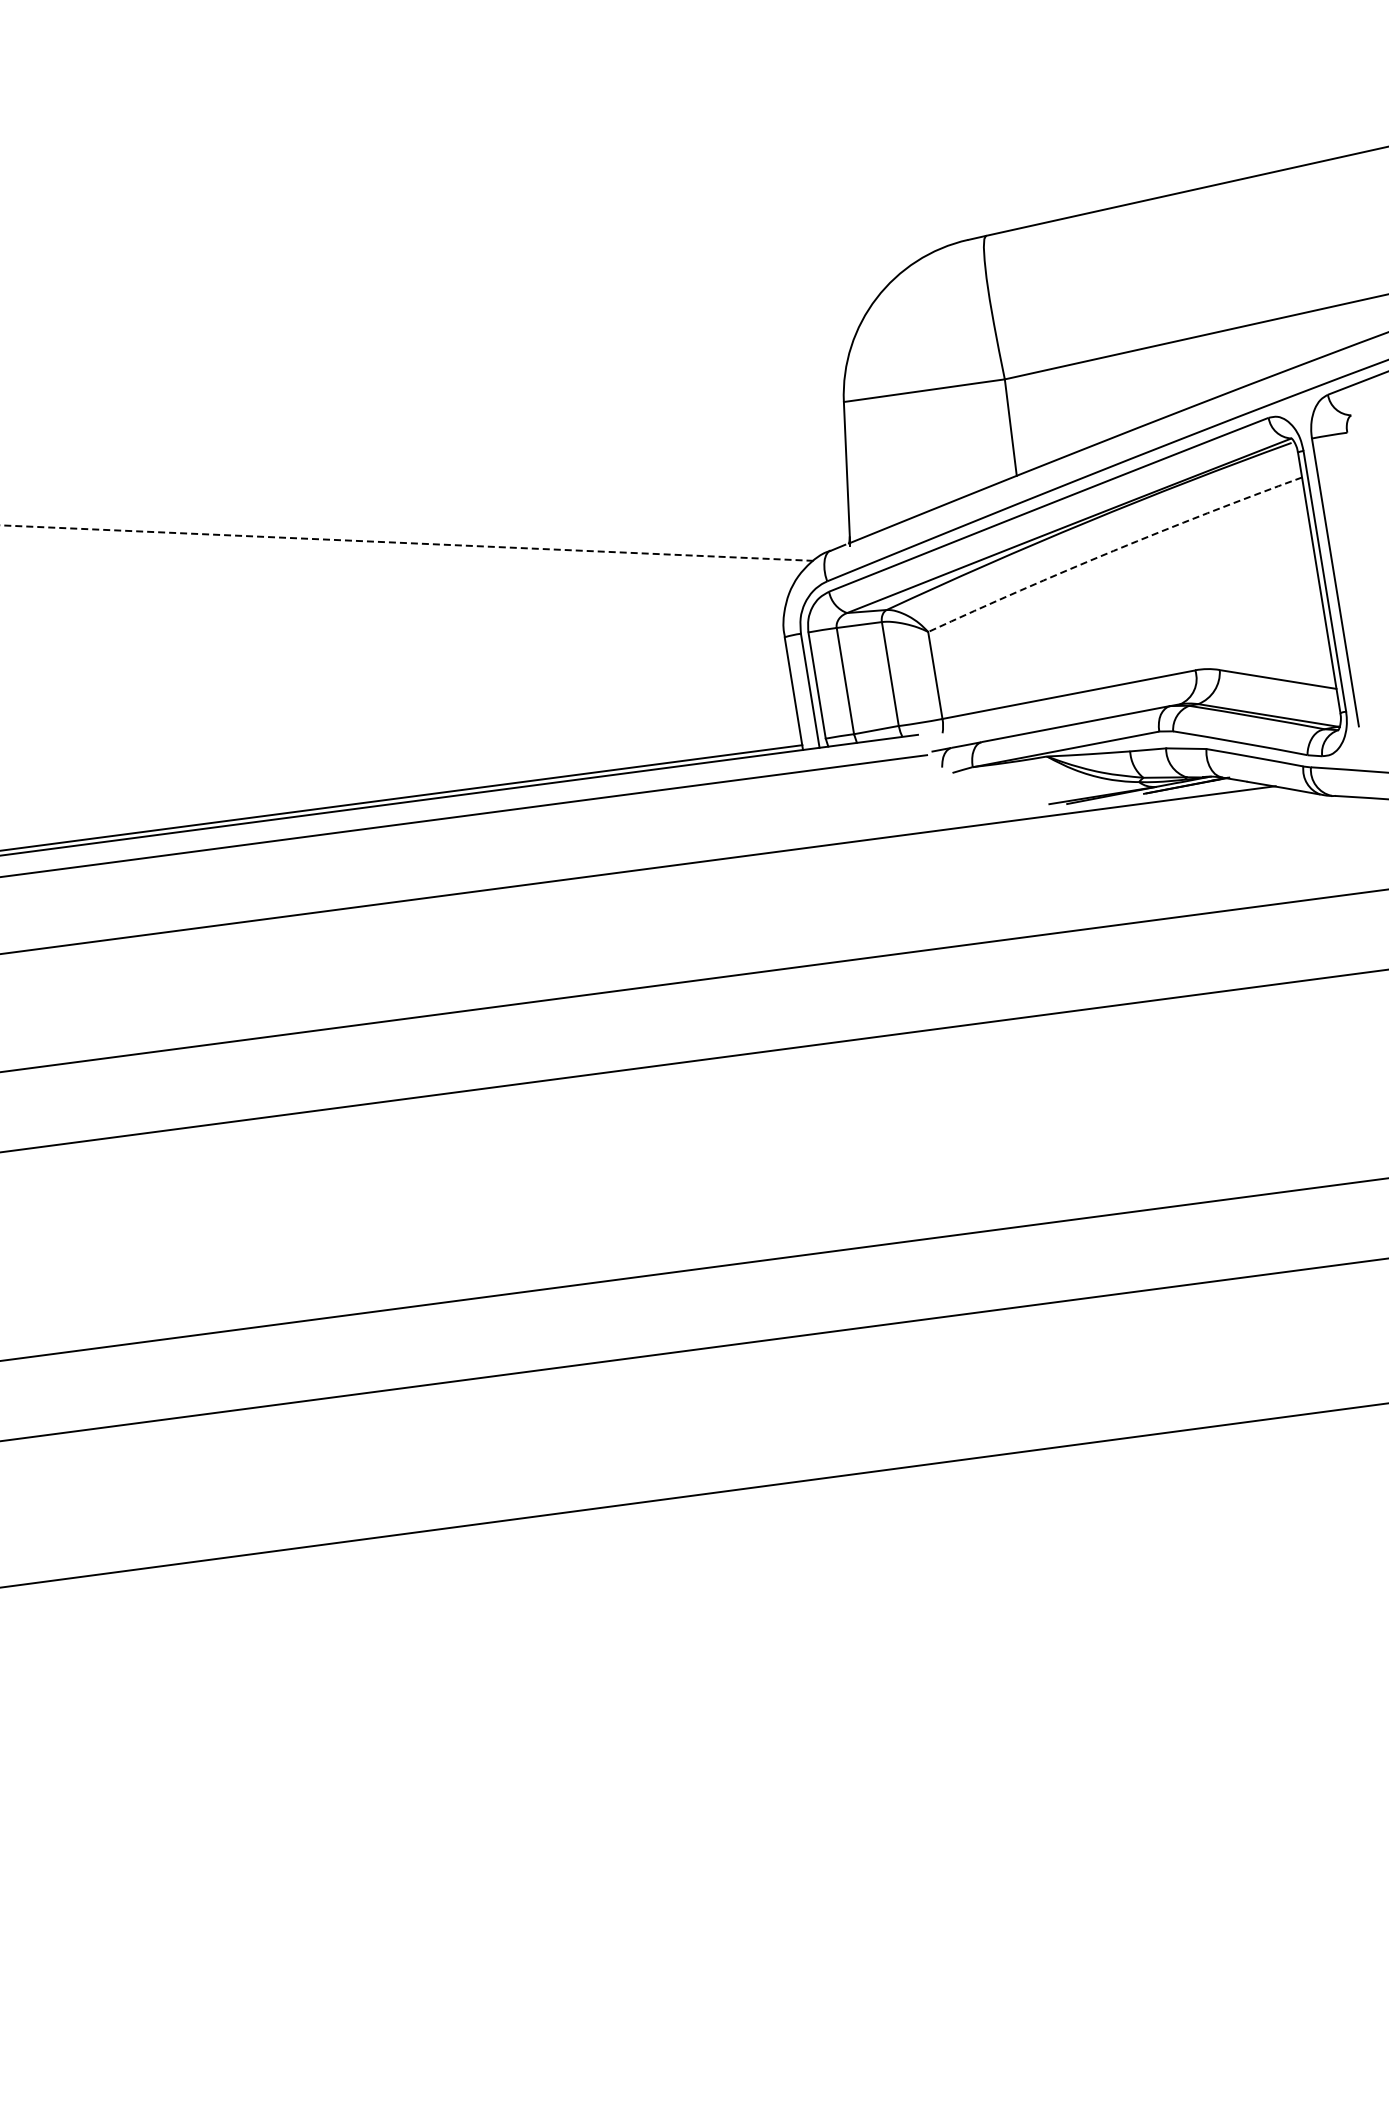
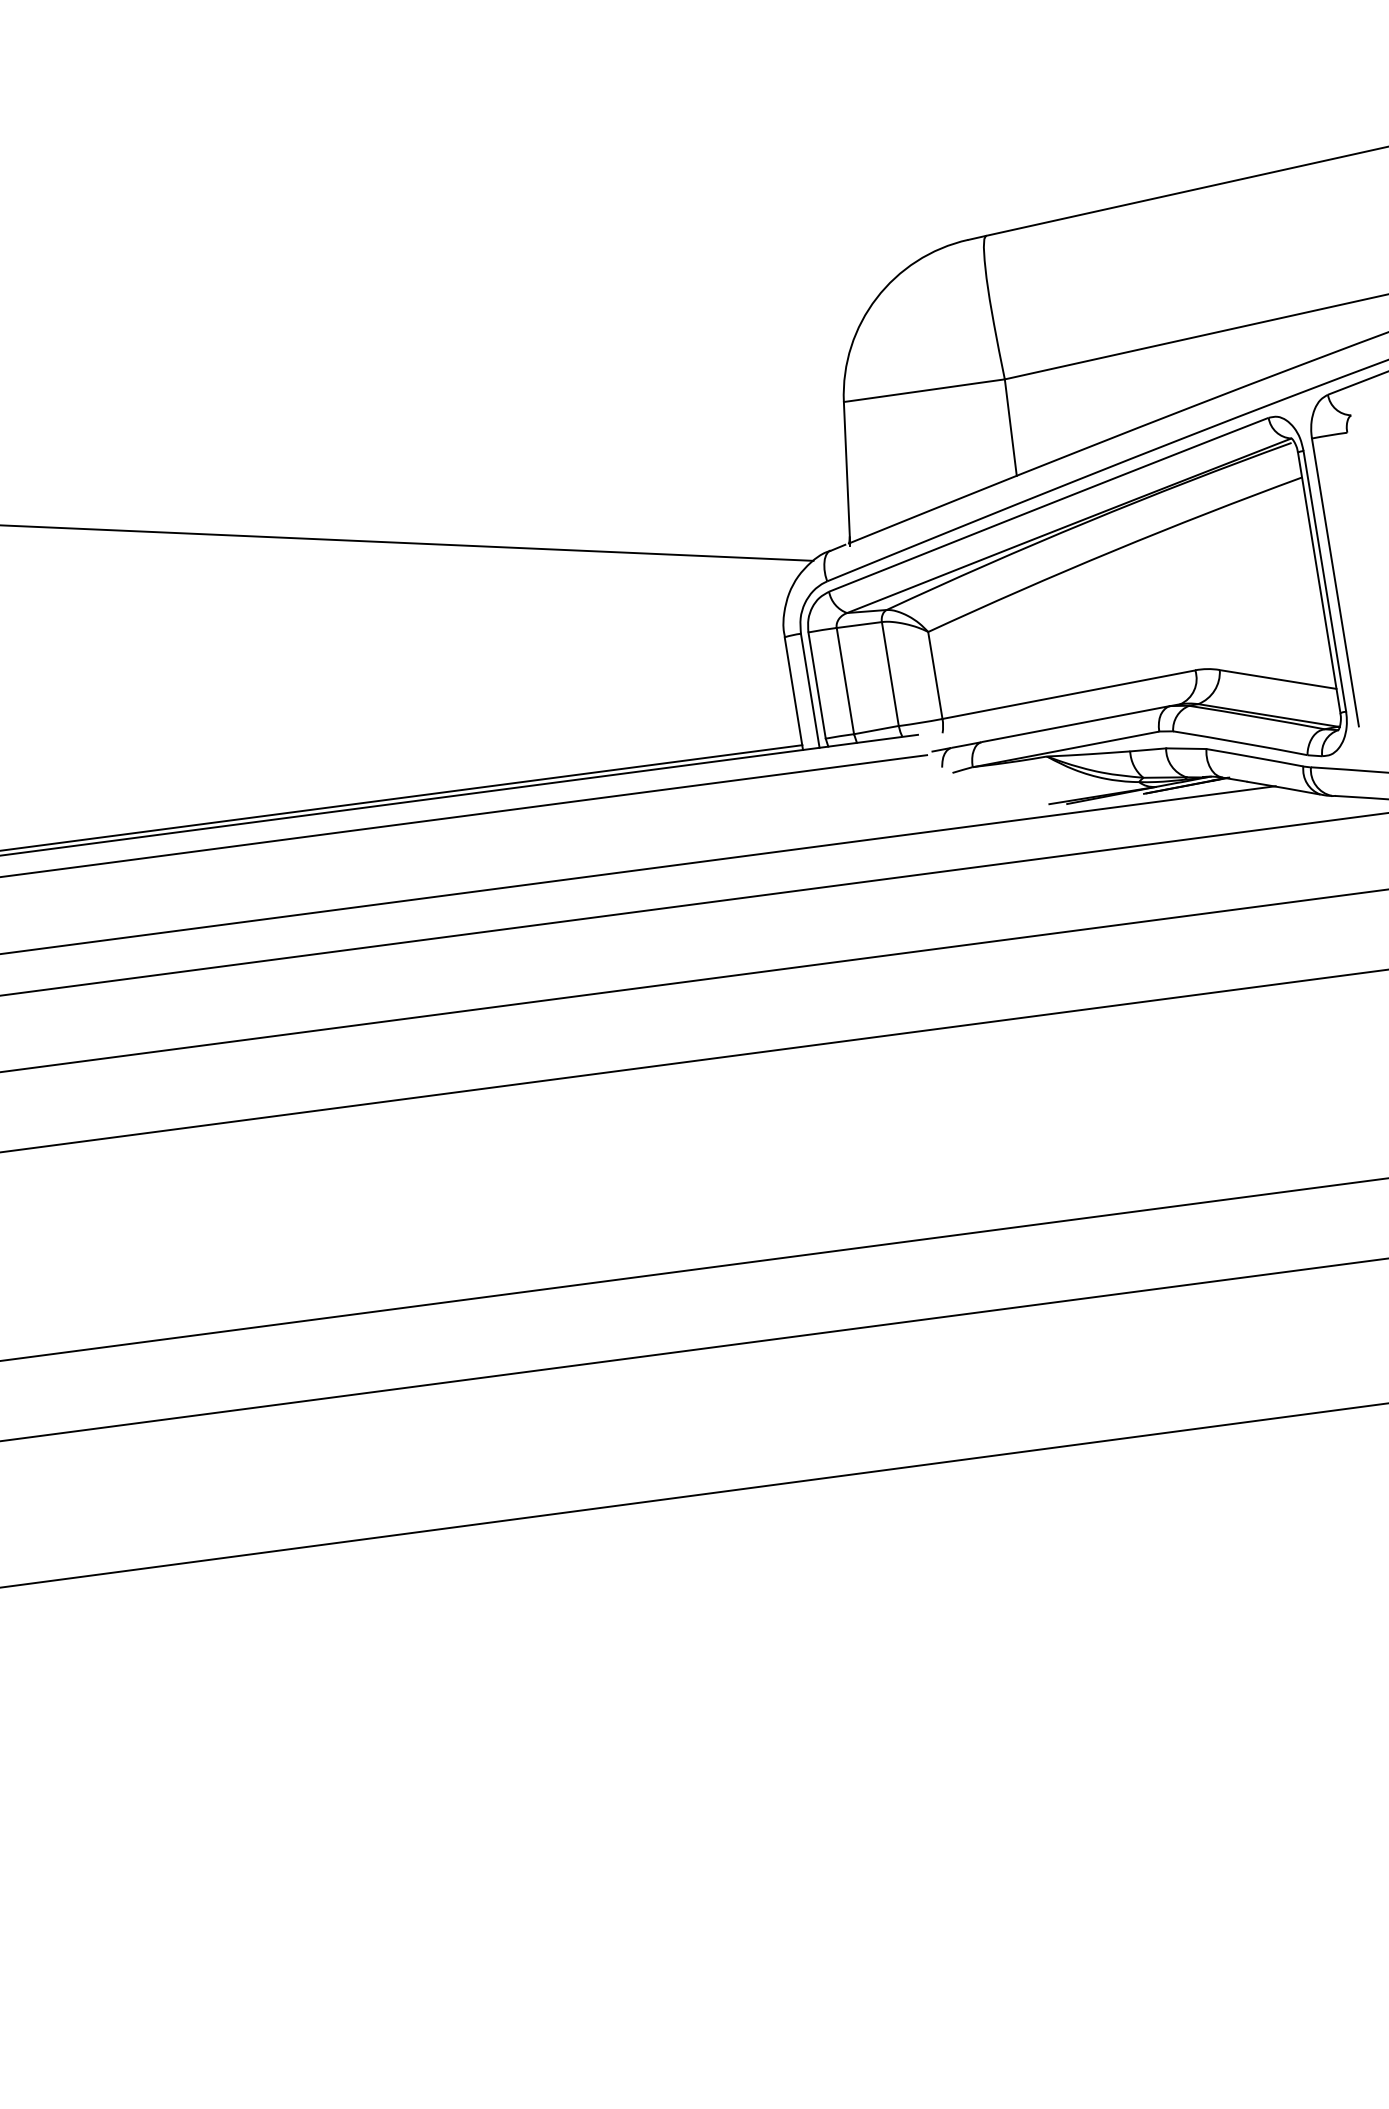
line at (407, 543): dashed -> solid
arc at (1113, 550): dashed -> solid
line at (693, 904): none -> present
